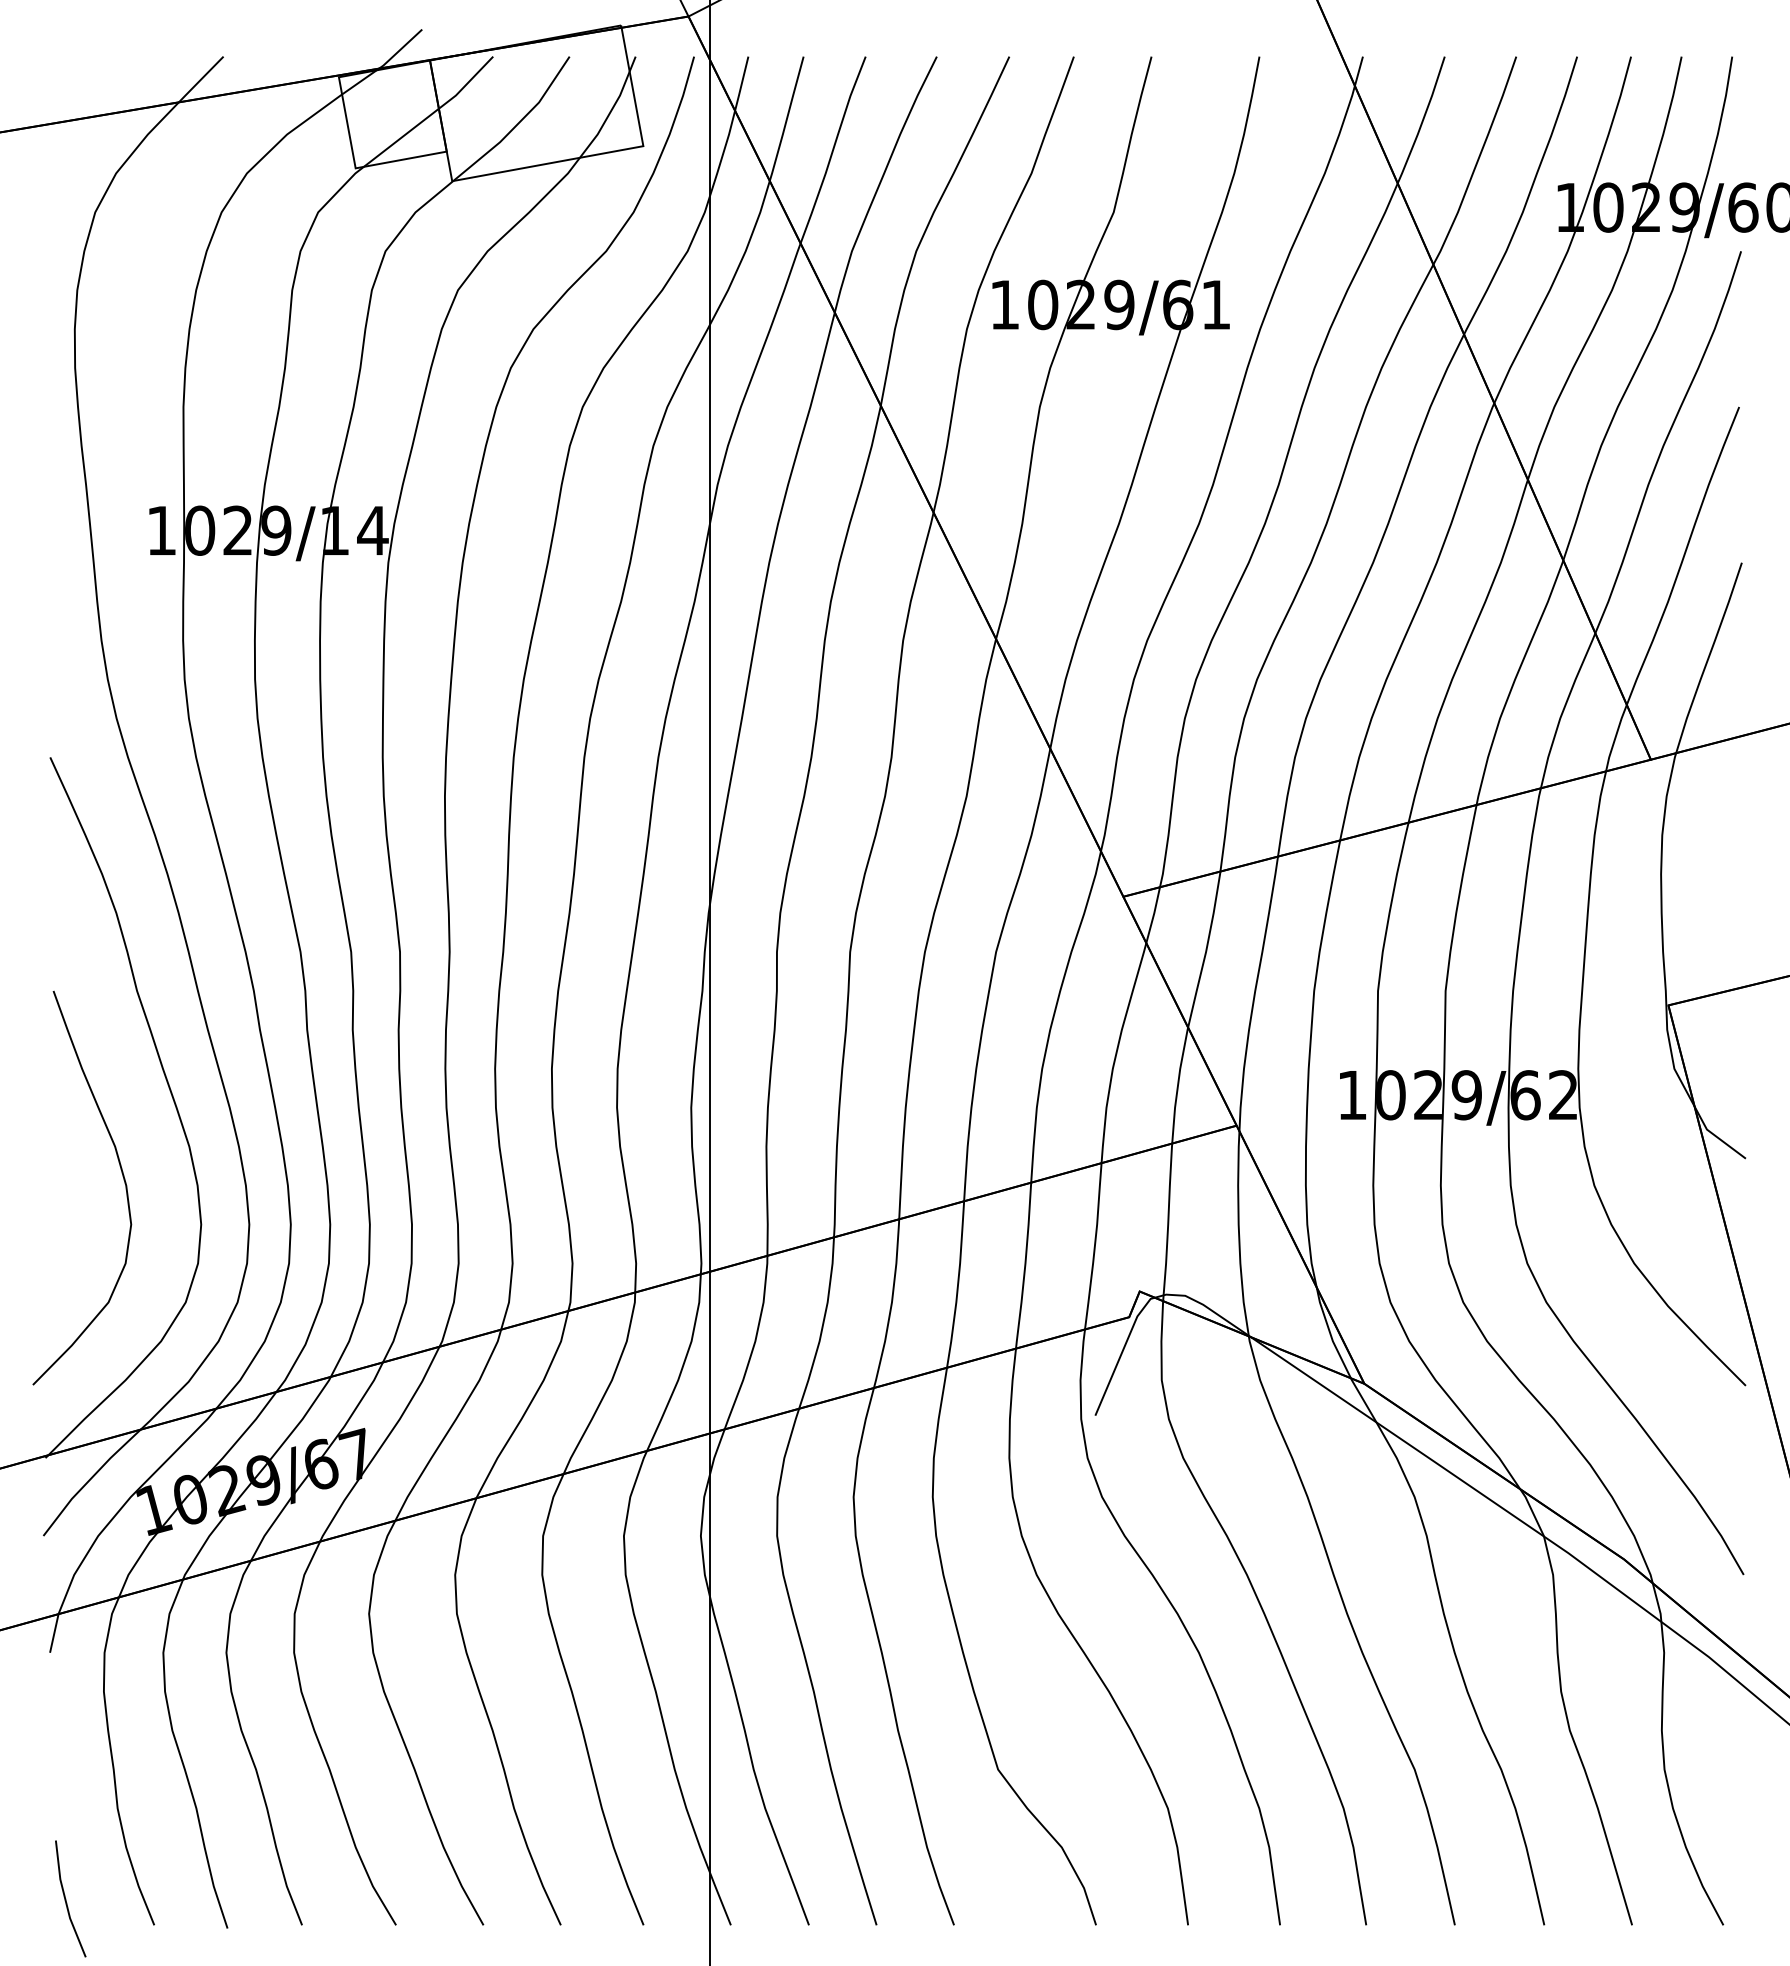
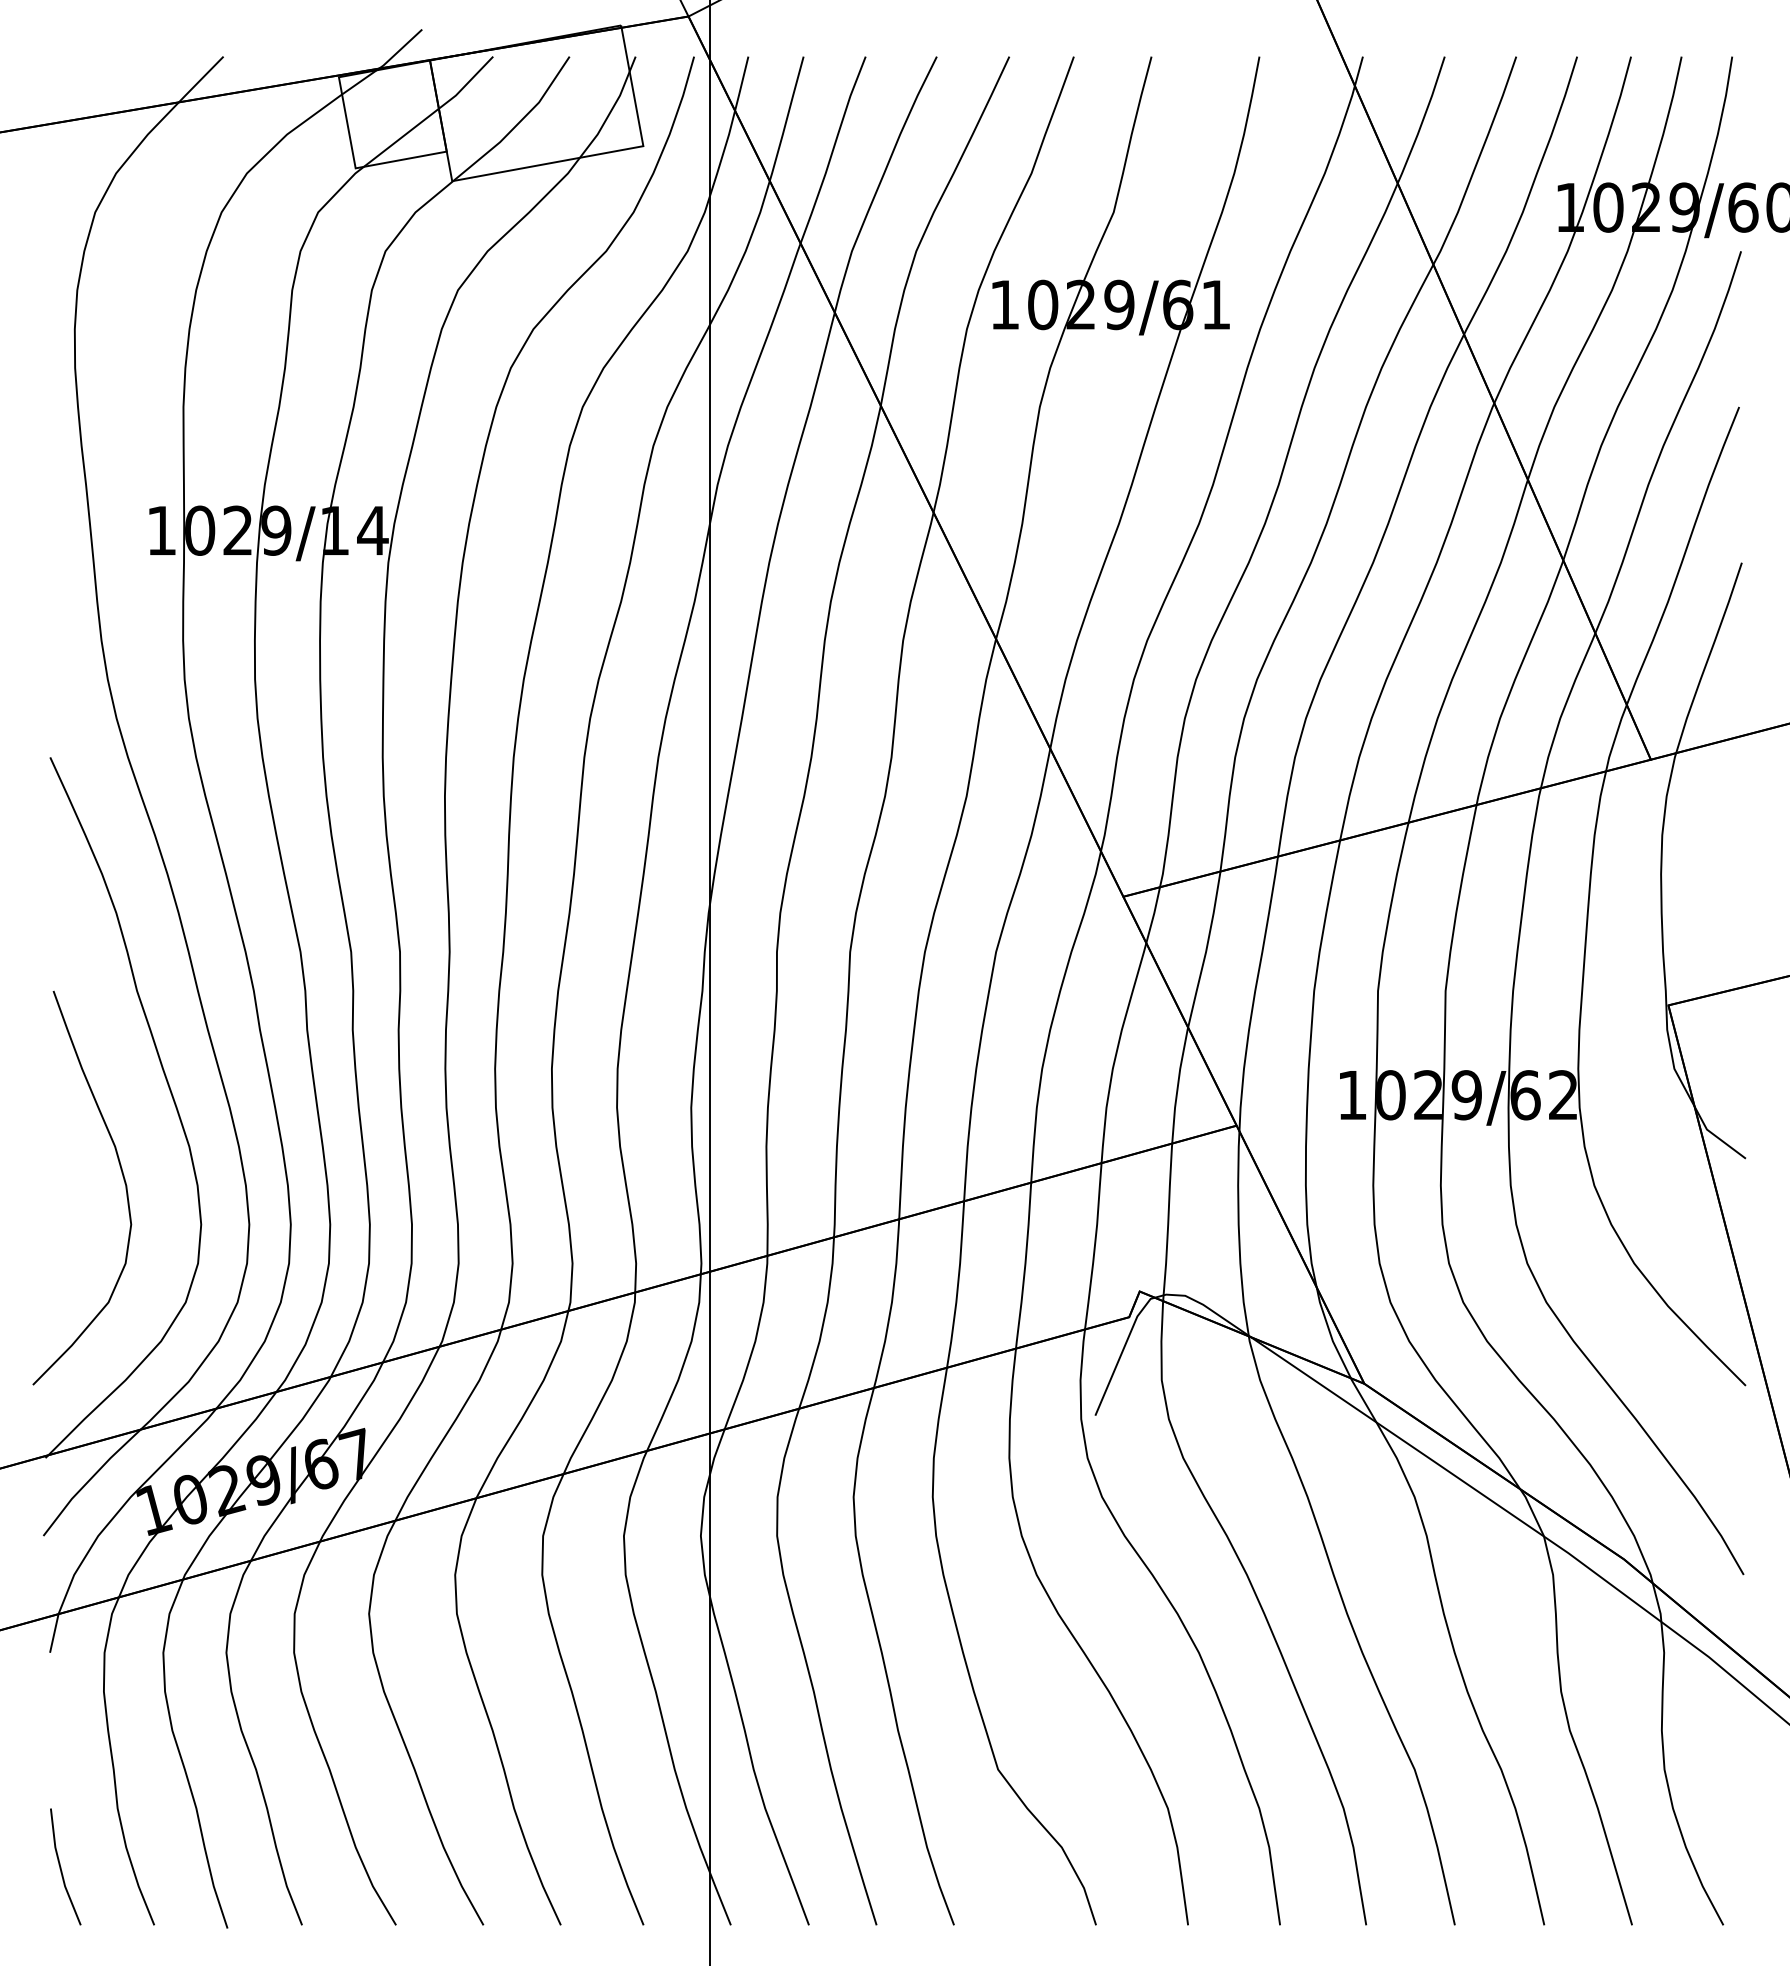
line at (66, 1899) position: (66, 1899) -> (61, 1867)
